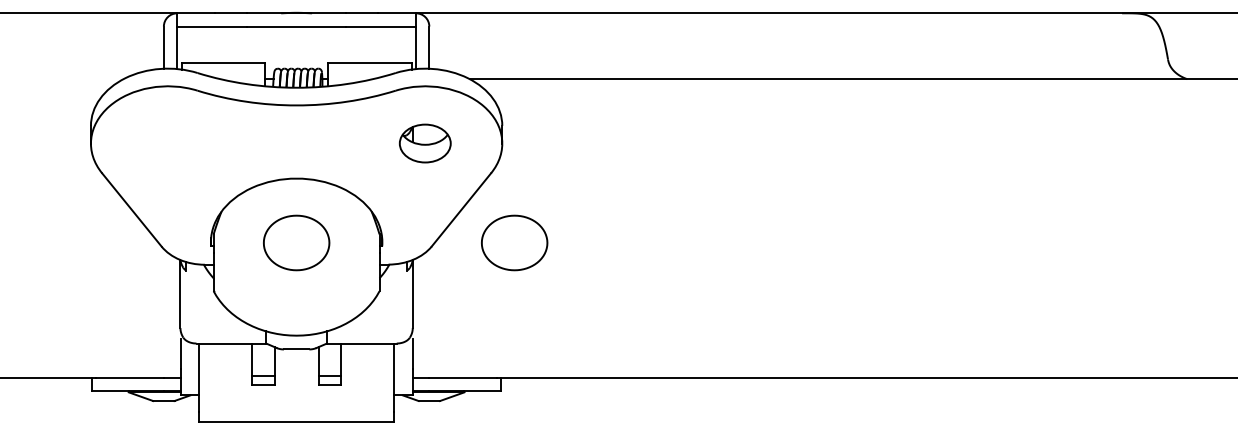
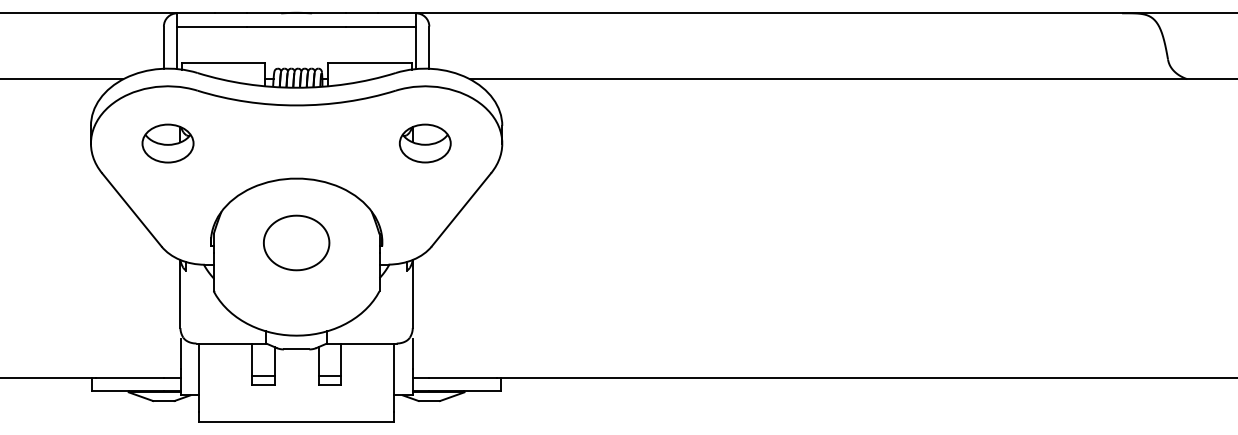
line at (62, 79): none -> present
part at (167, 143): none -> present
part at (514, 242): present -> none
